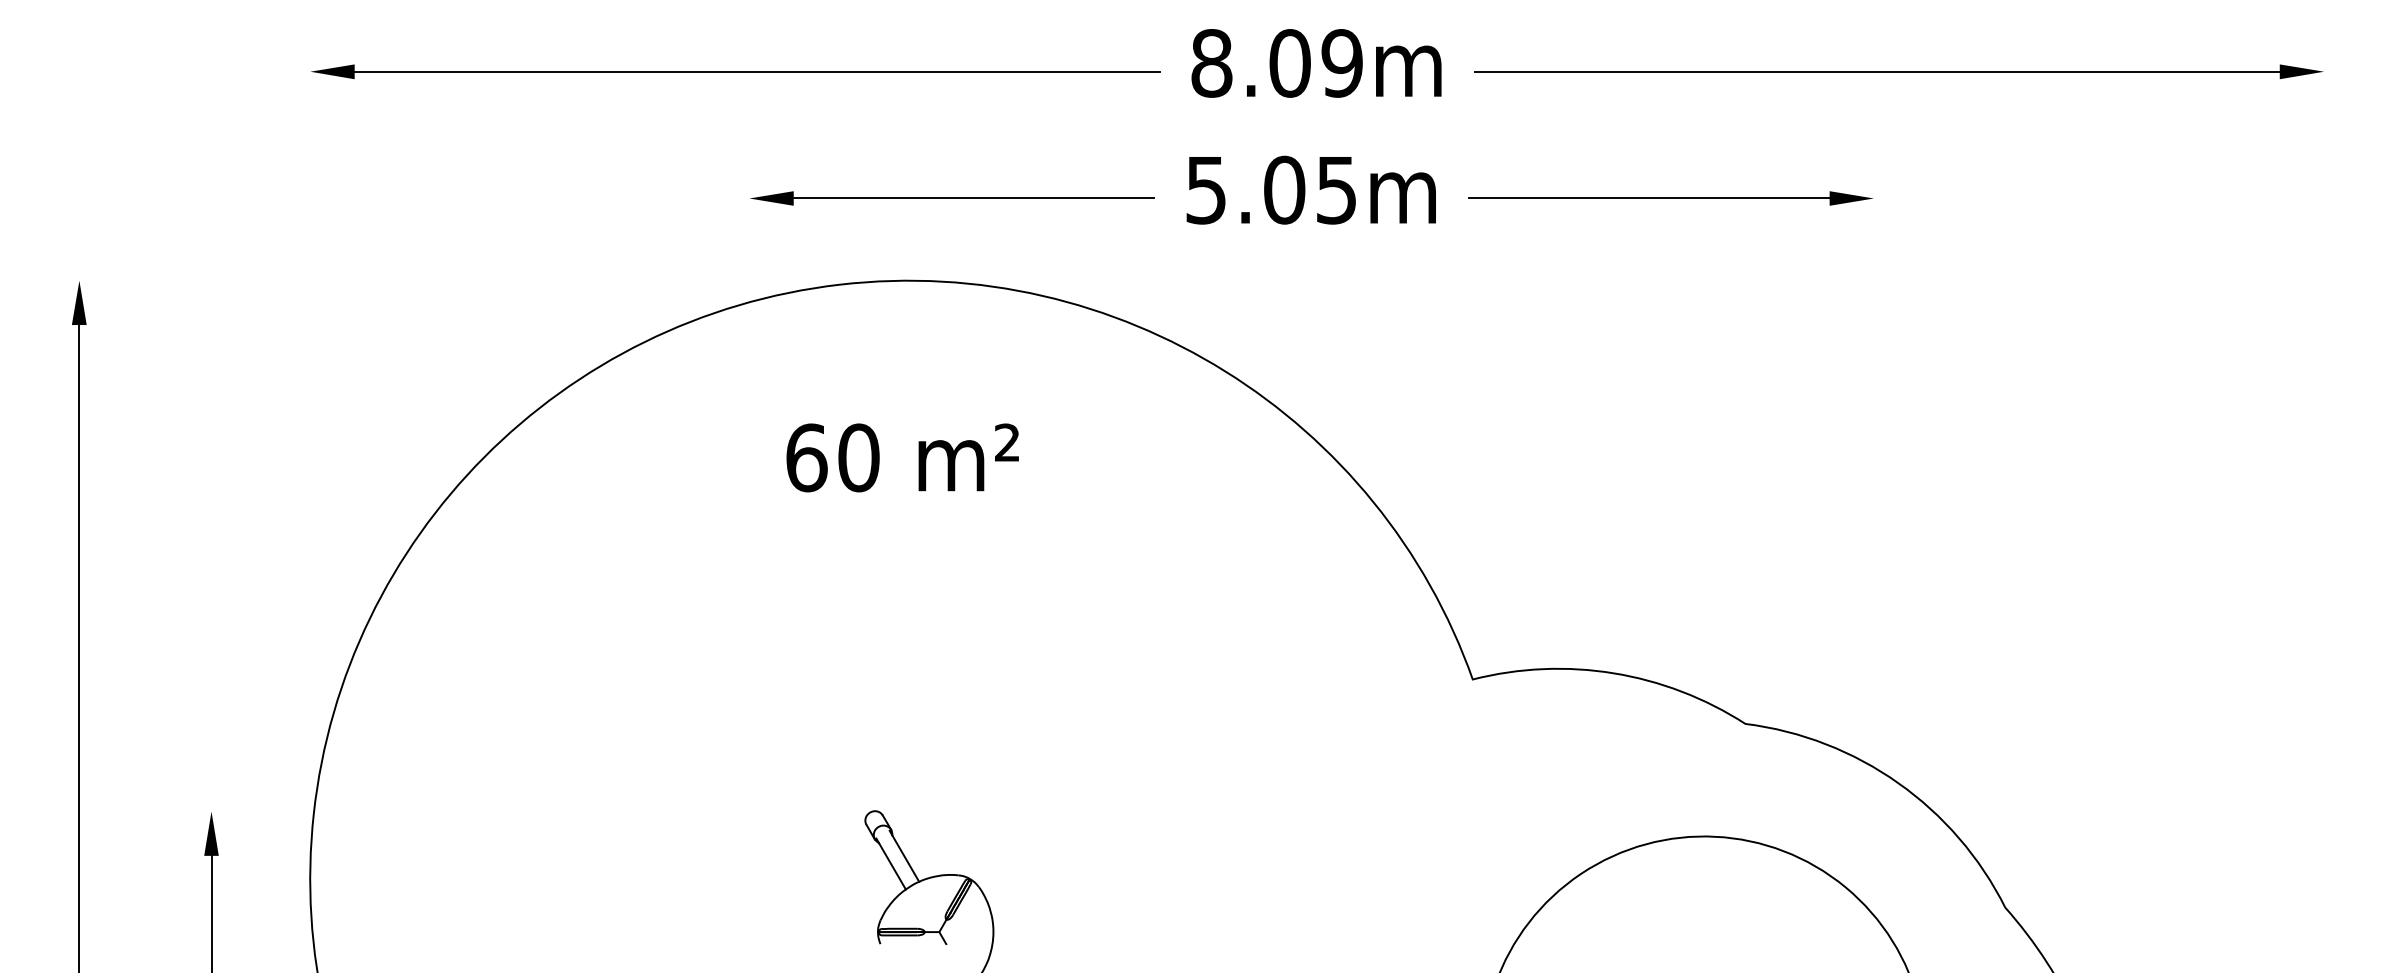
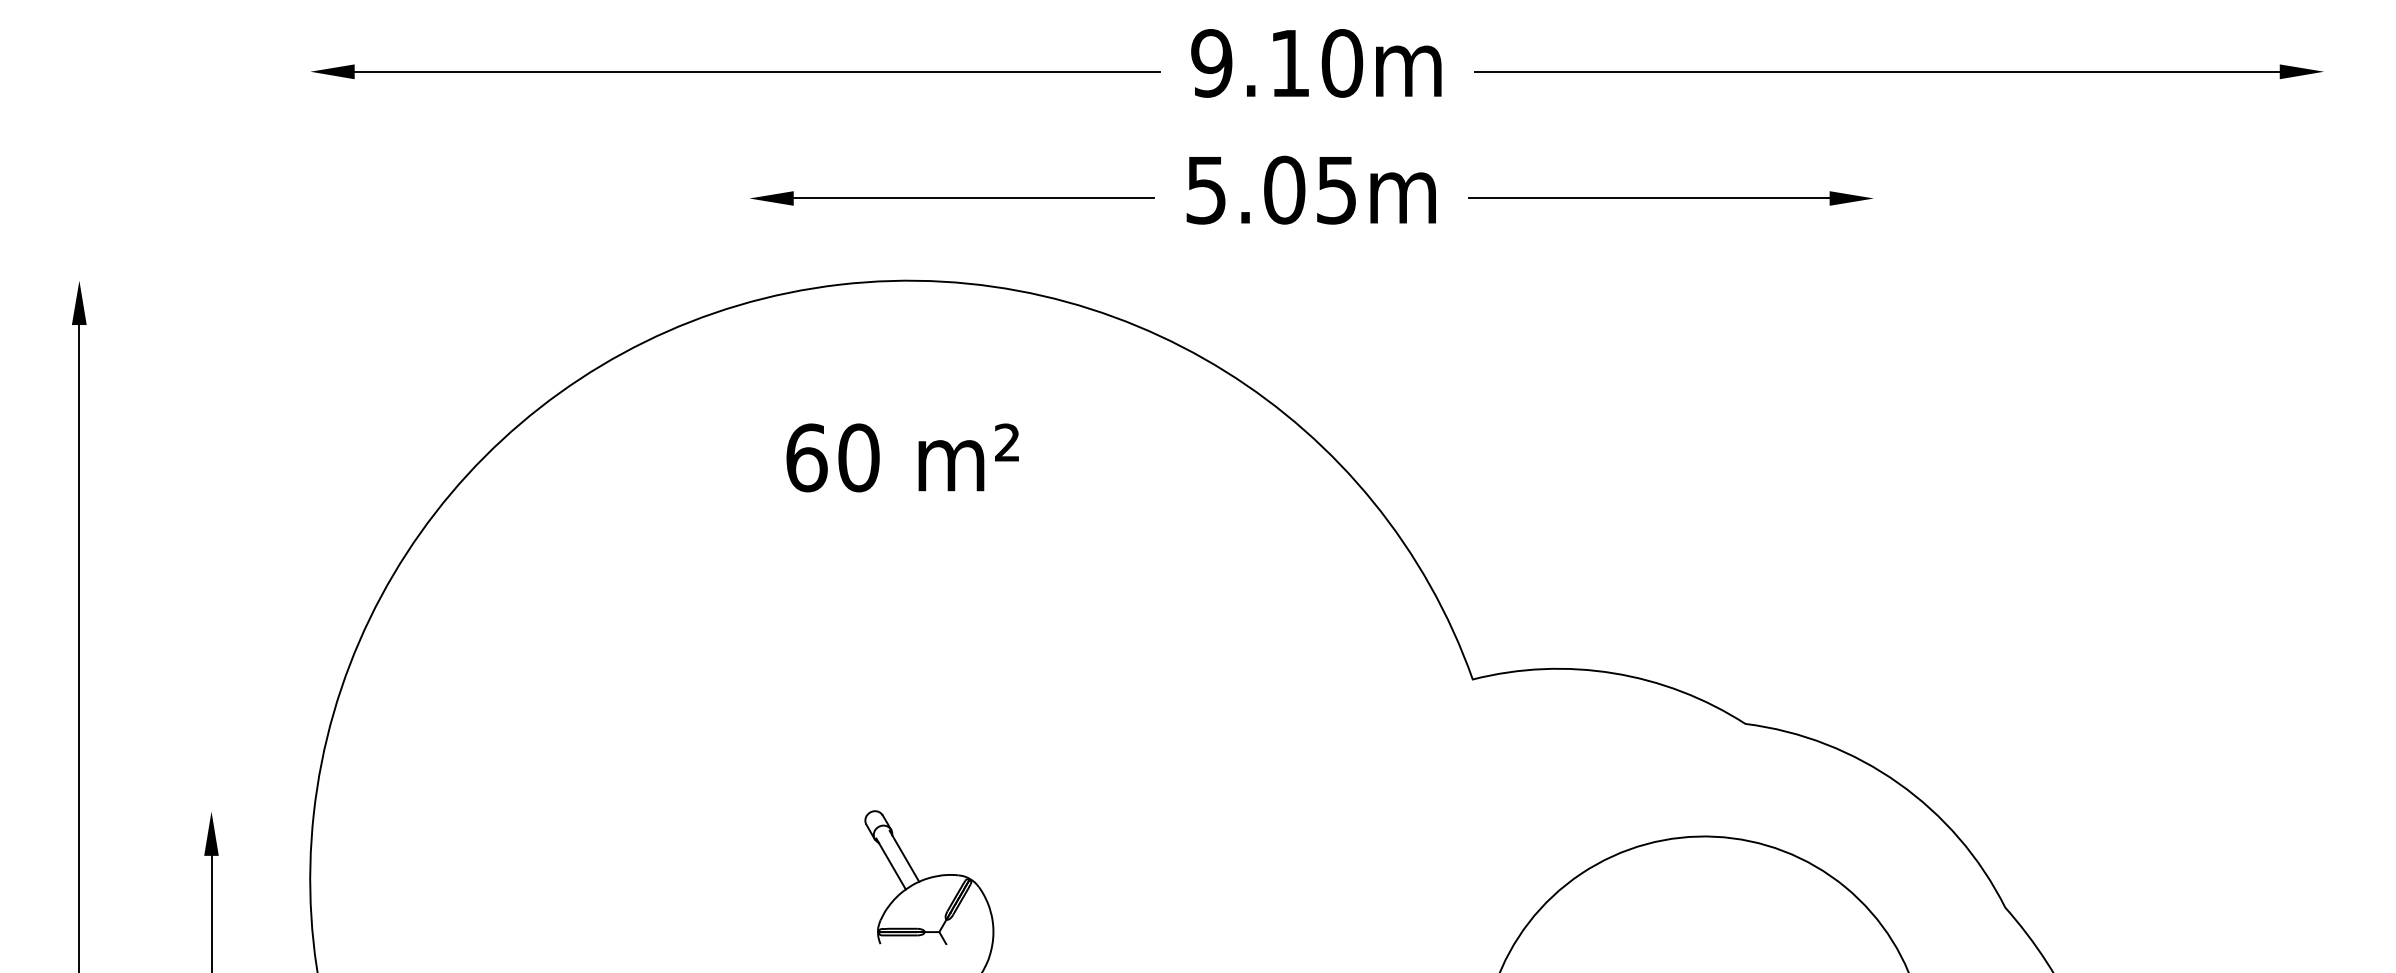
text at (1277, 63): 8.09m -> 9.10m
